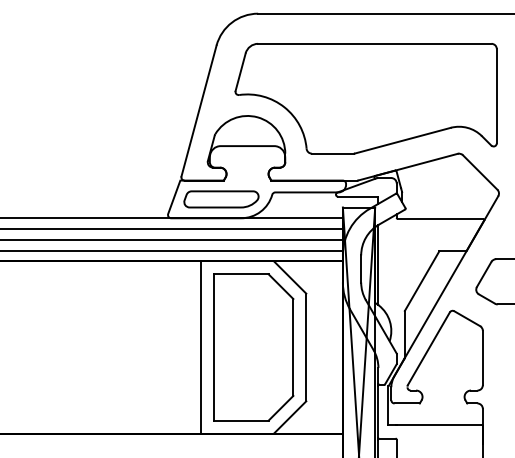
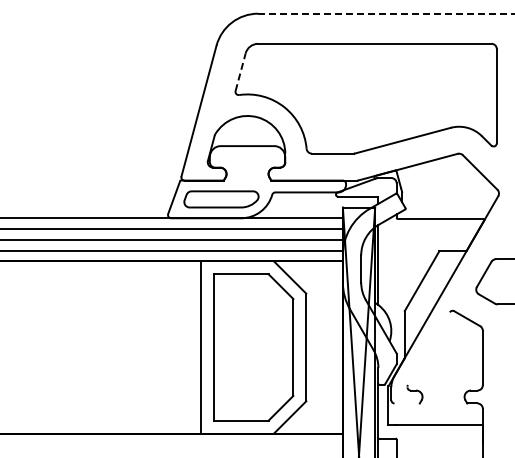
line at (387, 13): solid -> dashed
line at (240, 71): solid -> dashed
line at (428, 348): present -> none
line at (406, 403): present -> none
